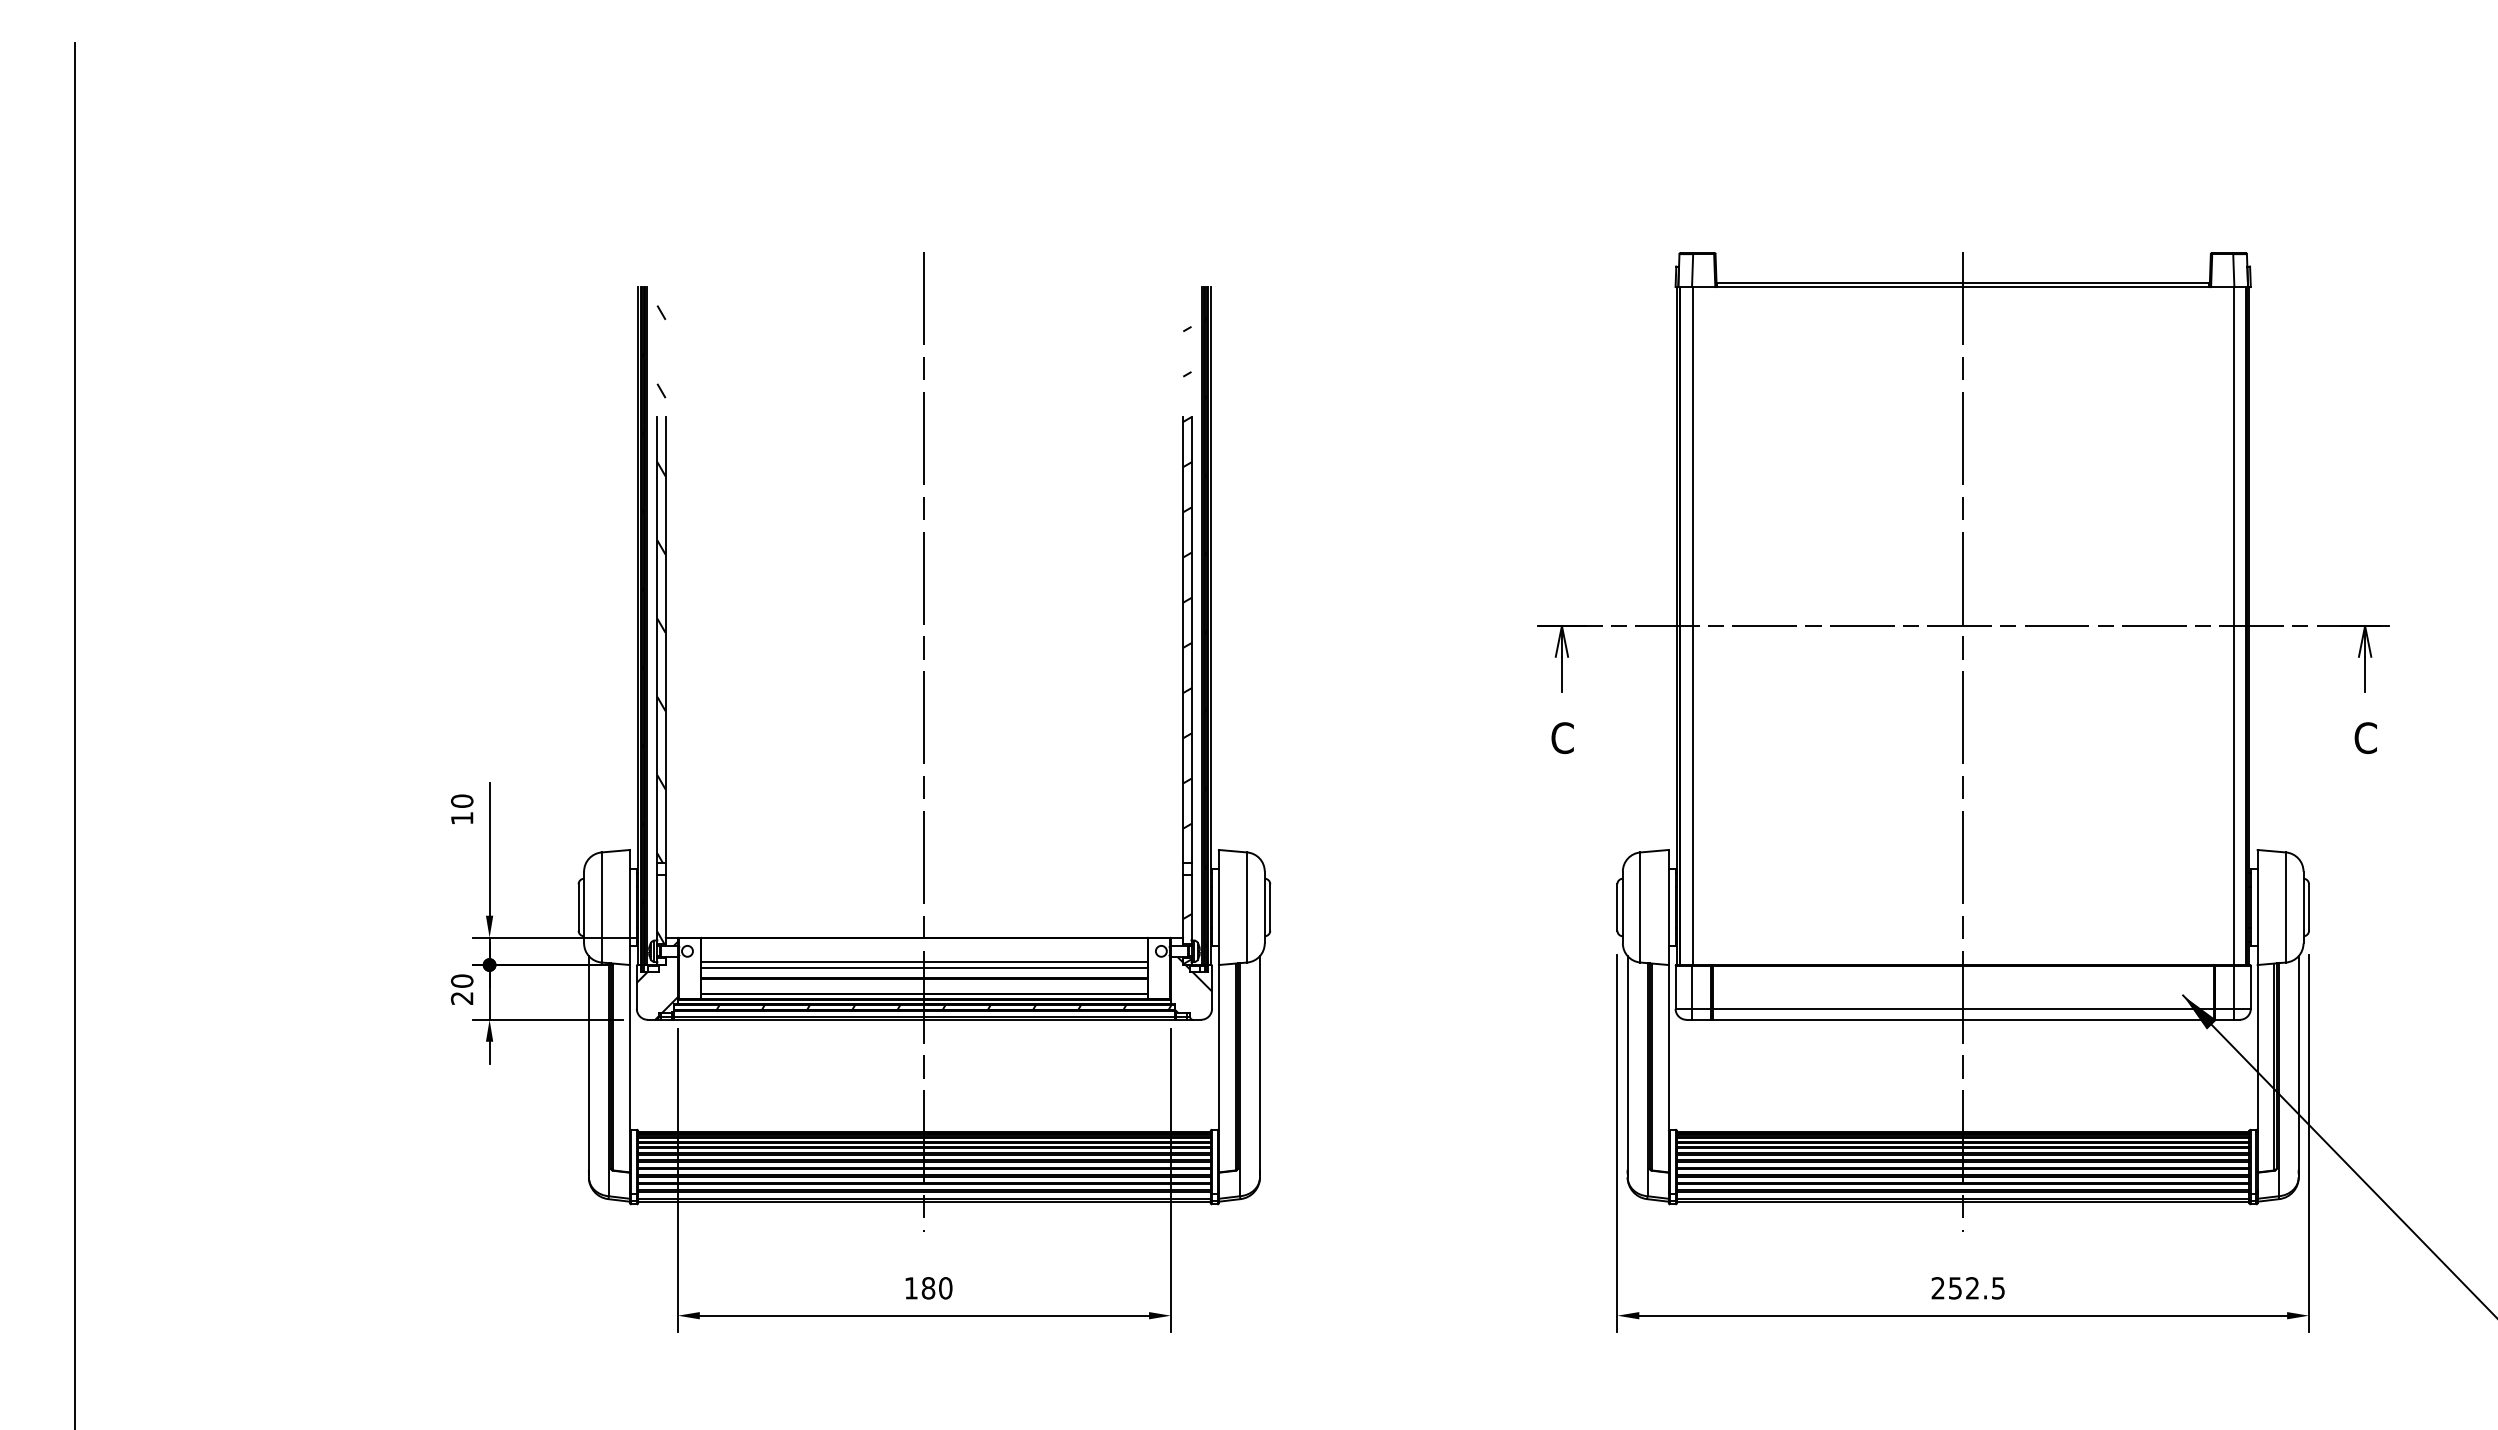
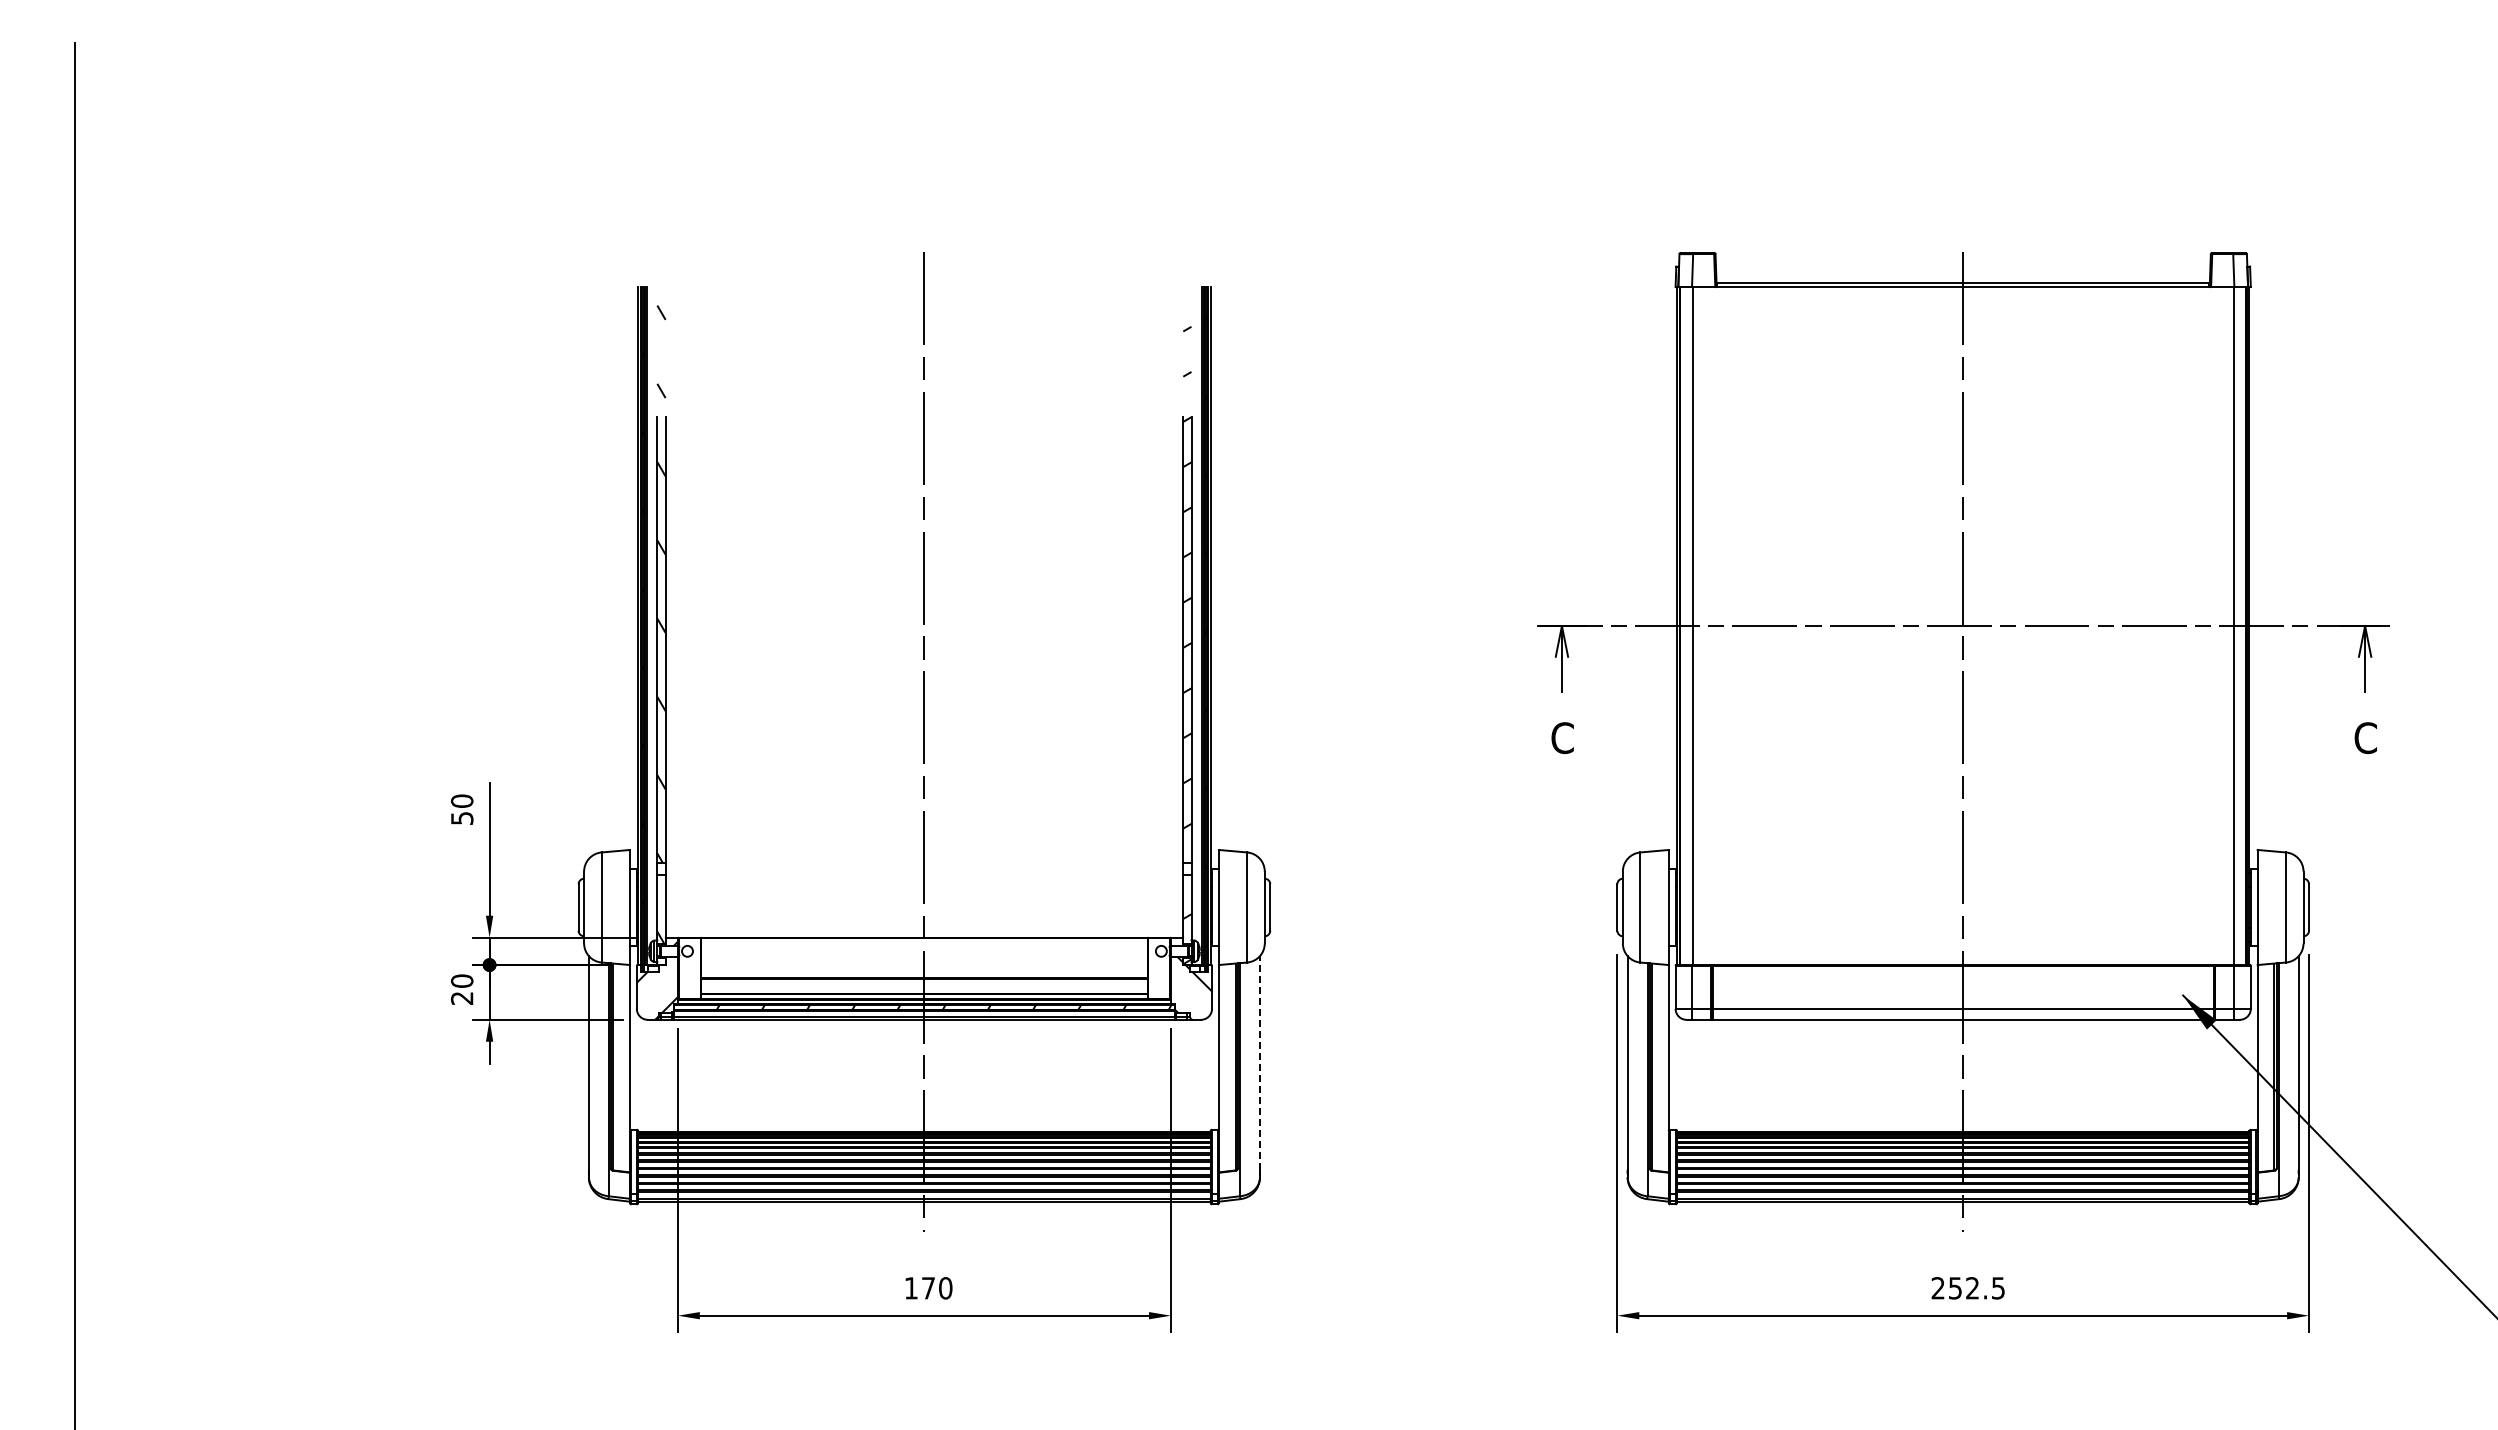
text at (462, 818): 10 -> 50
line at (924, 962): present -> none
line at (924, 967): present -> none
line at (1259, 1062): solid -> dashed
text at (928, 1288): 180 -> 170
